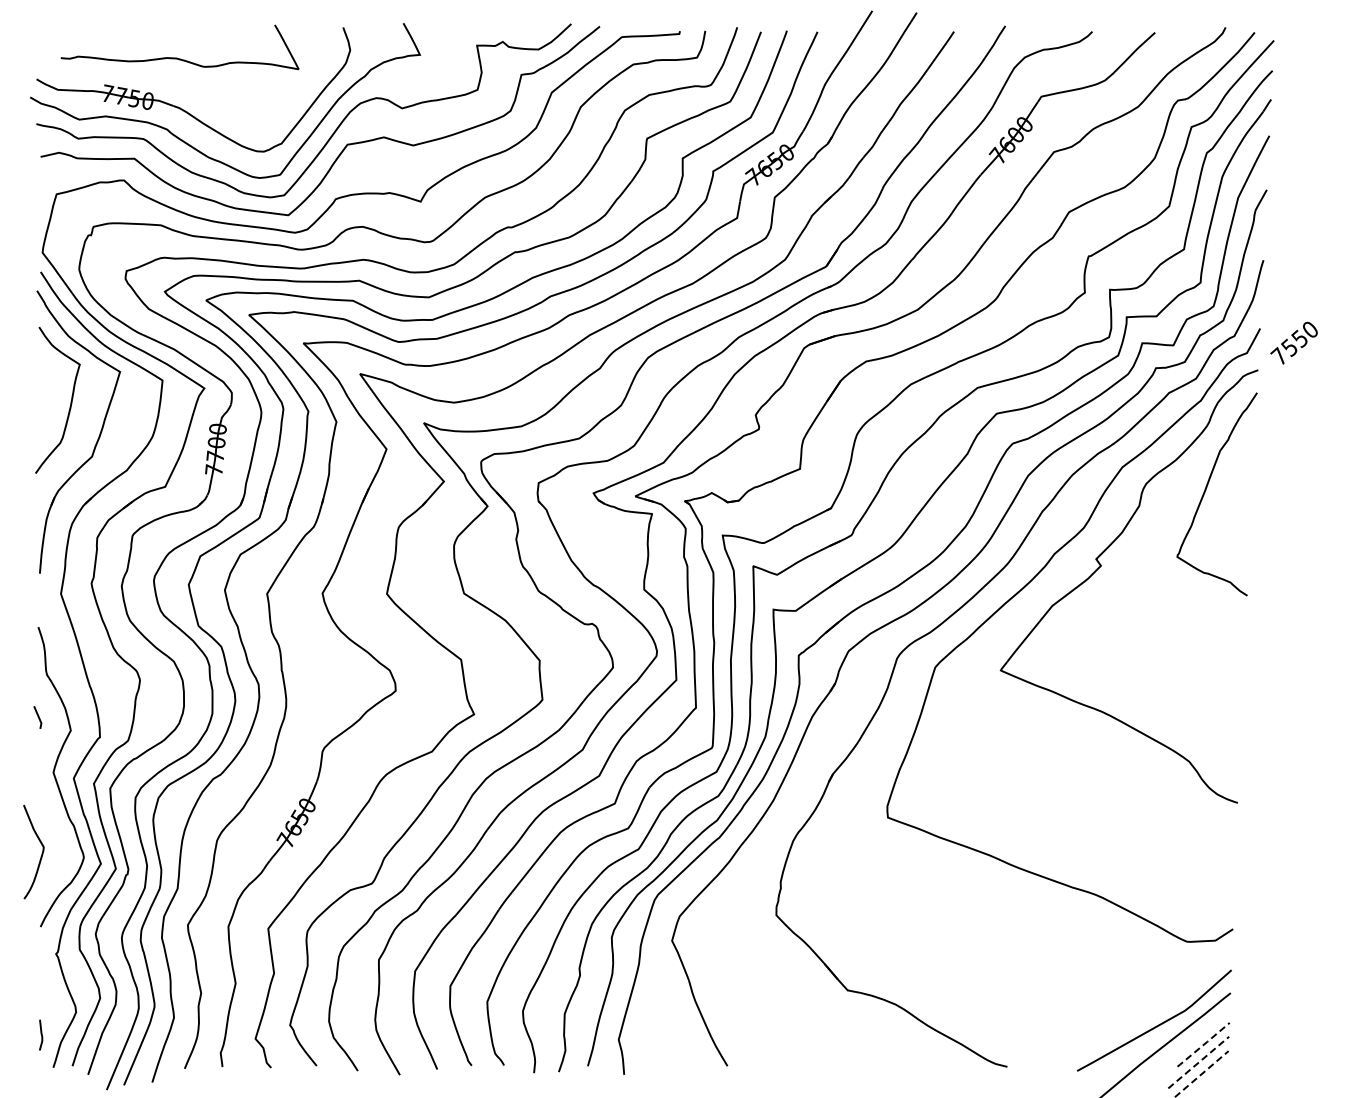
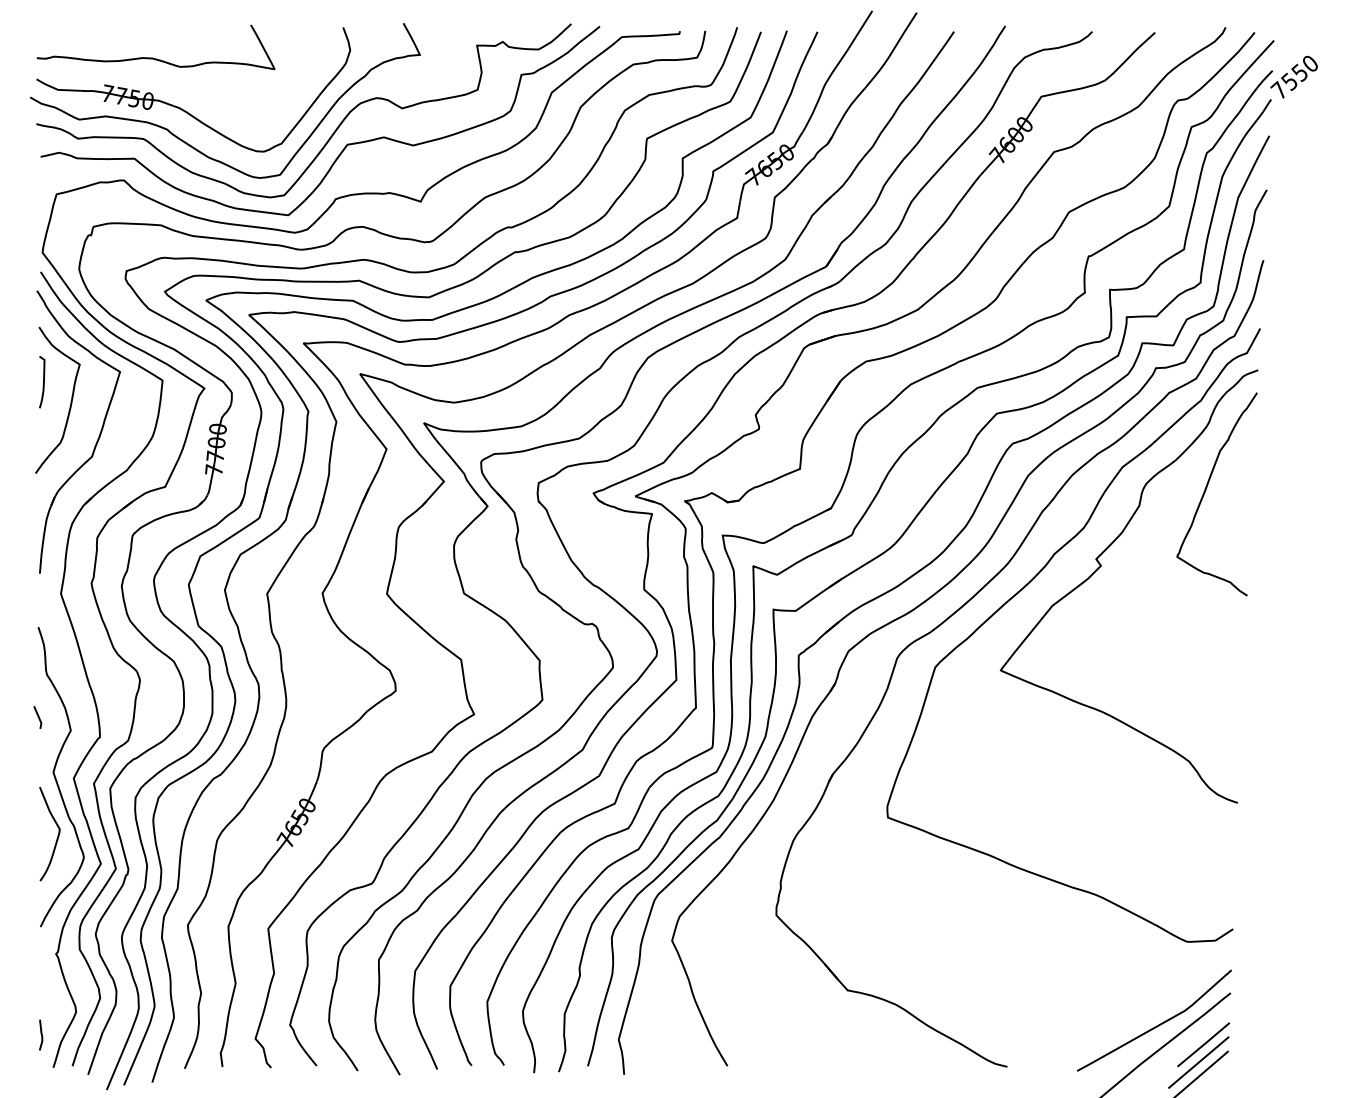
curve at (177, 57) position: (177, 57) -> (153, 57)
text at (1293, 342) position: (1293, 342) -> (1293, 76)
curve at (43, 382): none -> present
curve at (41, 853) position: (41, 853) -> (57, 835)
line at (1203, 1044): dashed -> solid
line at (1198, 1062): dashed -> solid
line at (1201, 1074): dashed -> solid
